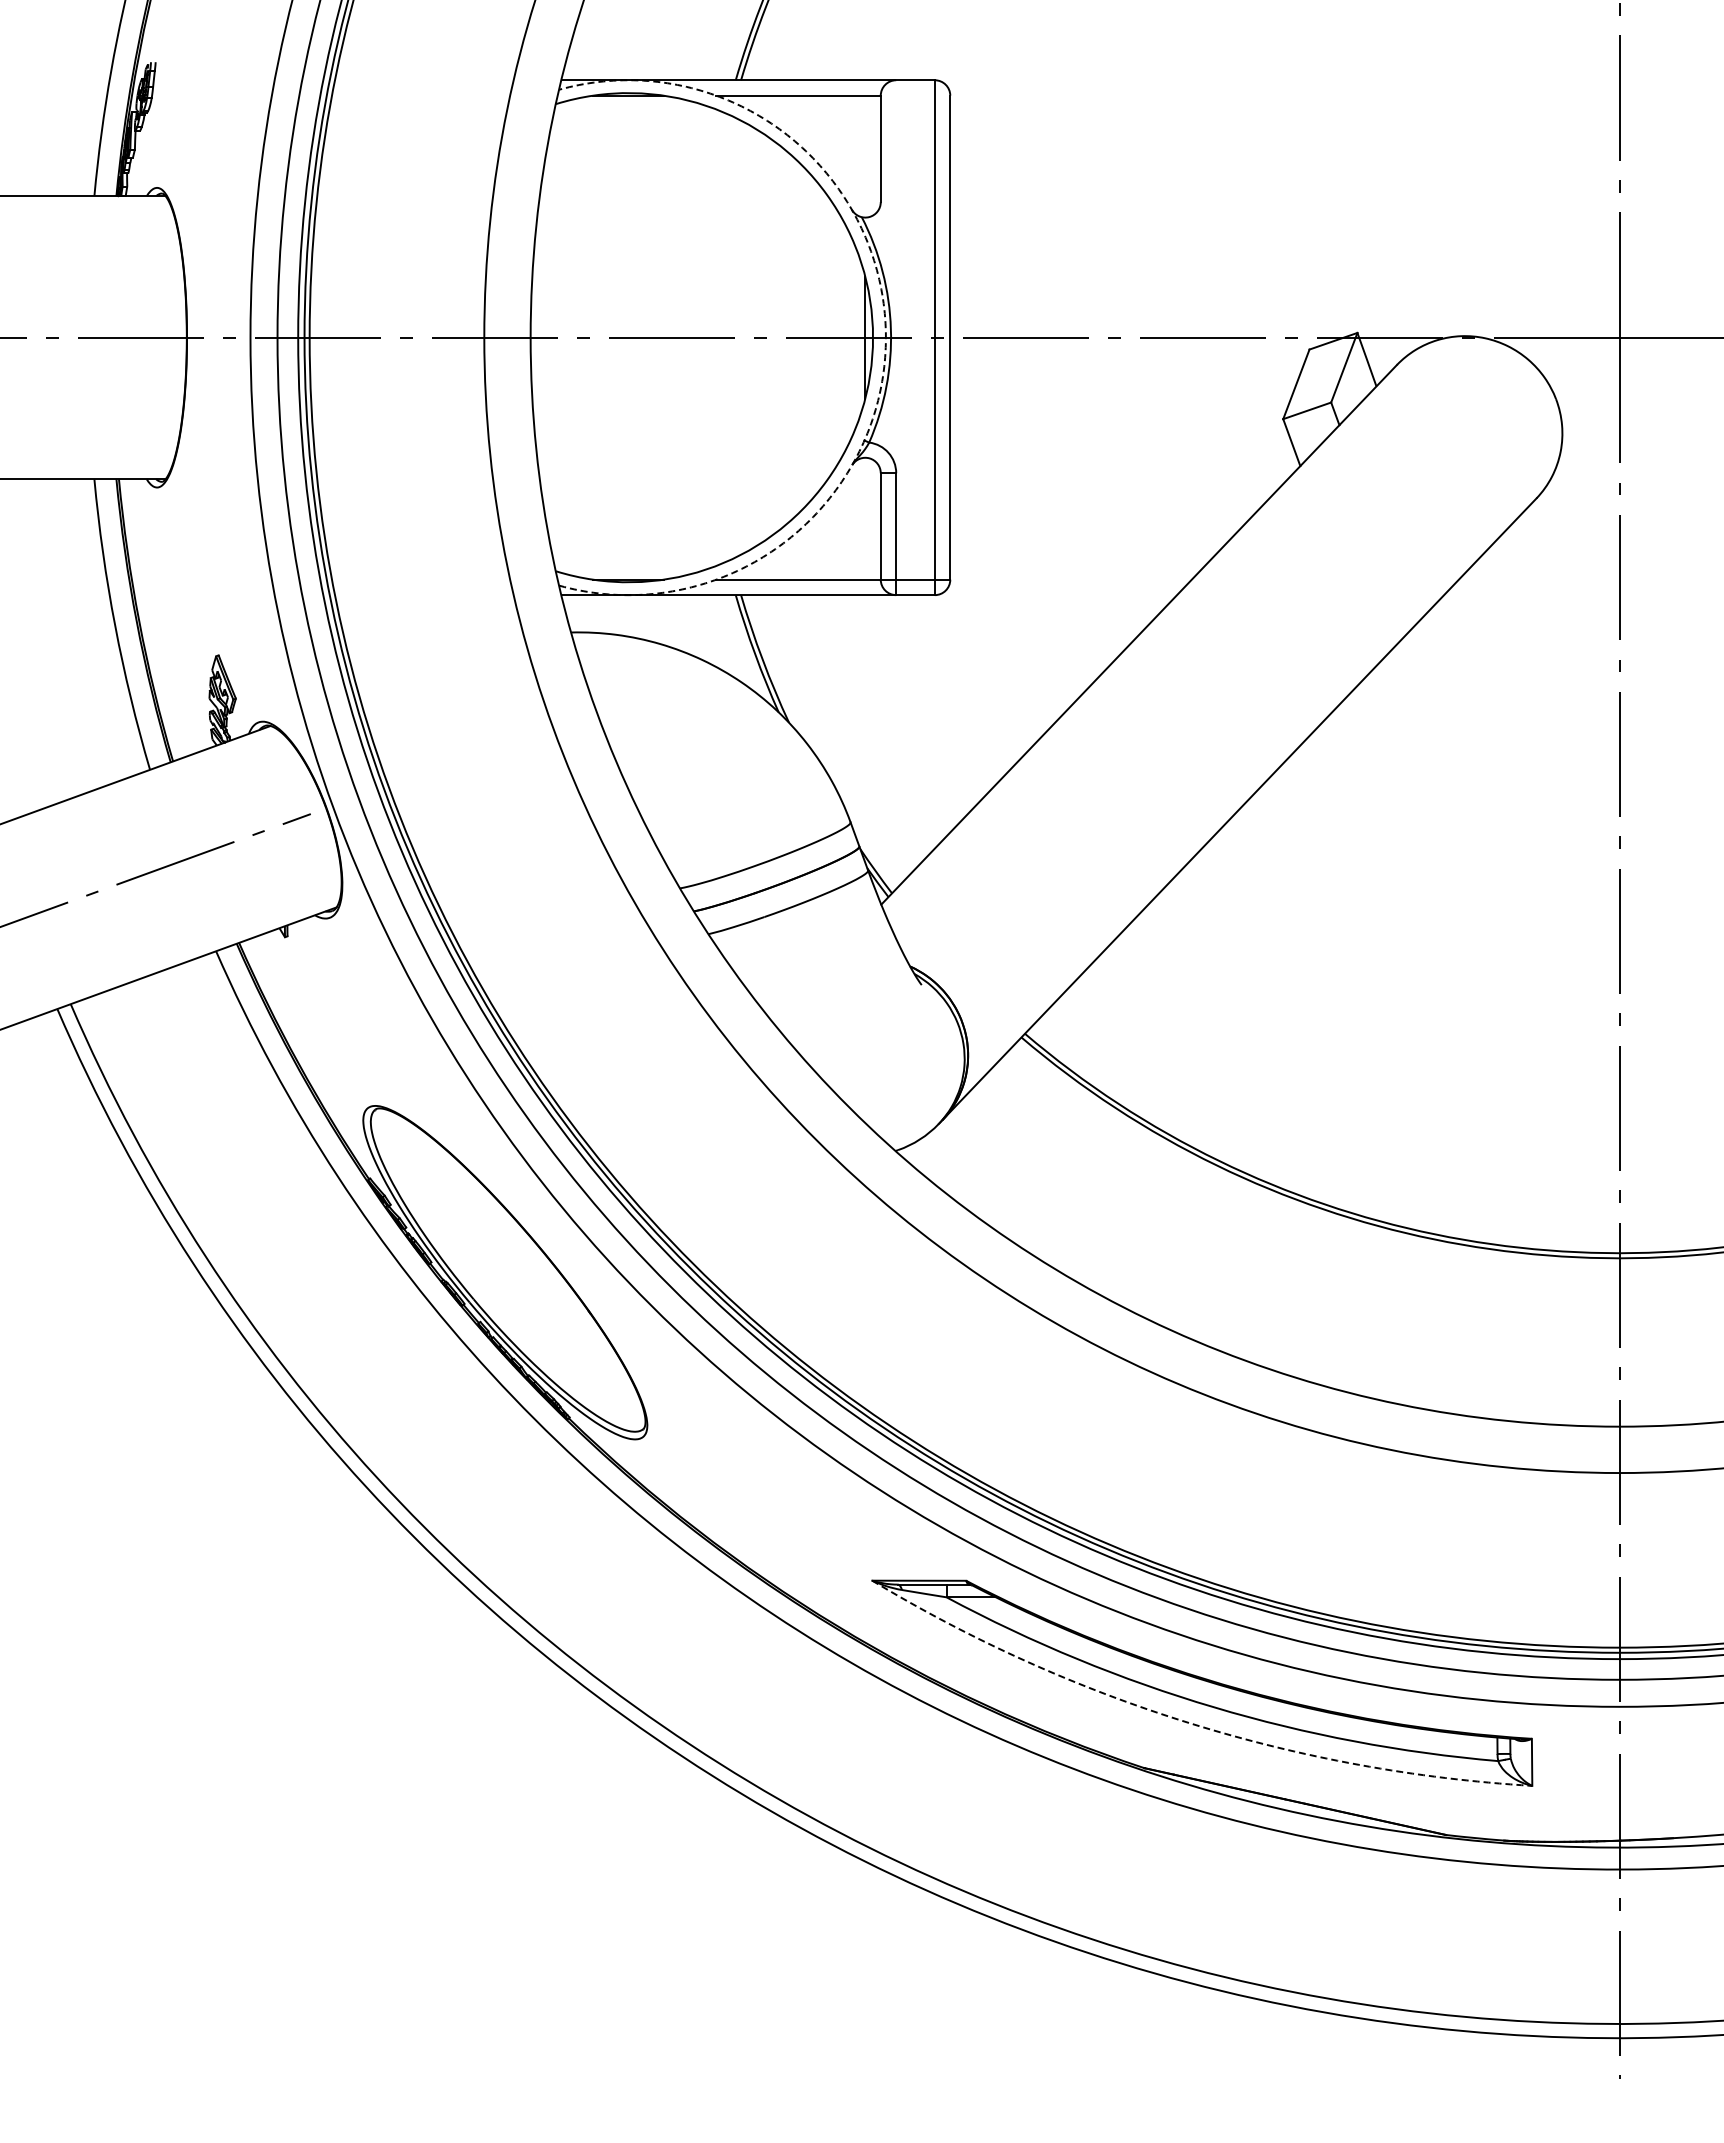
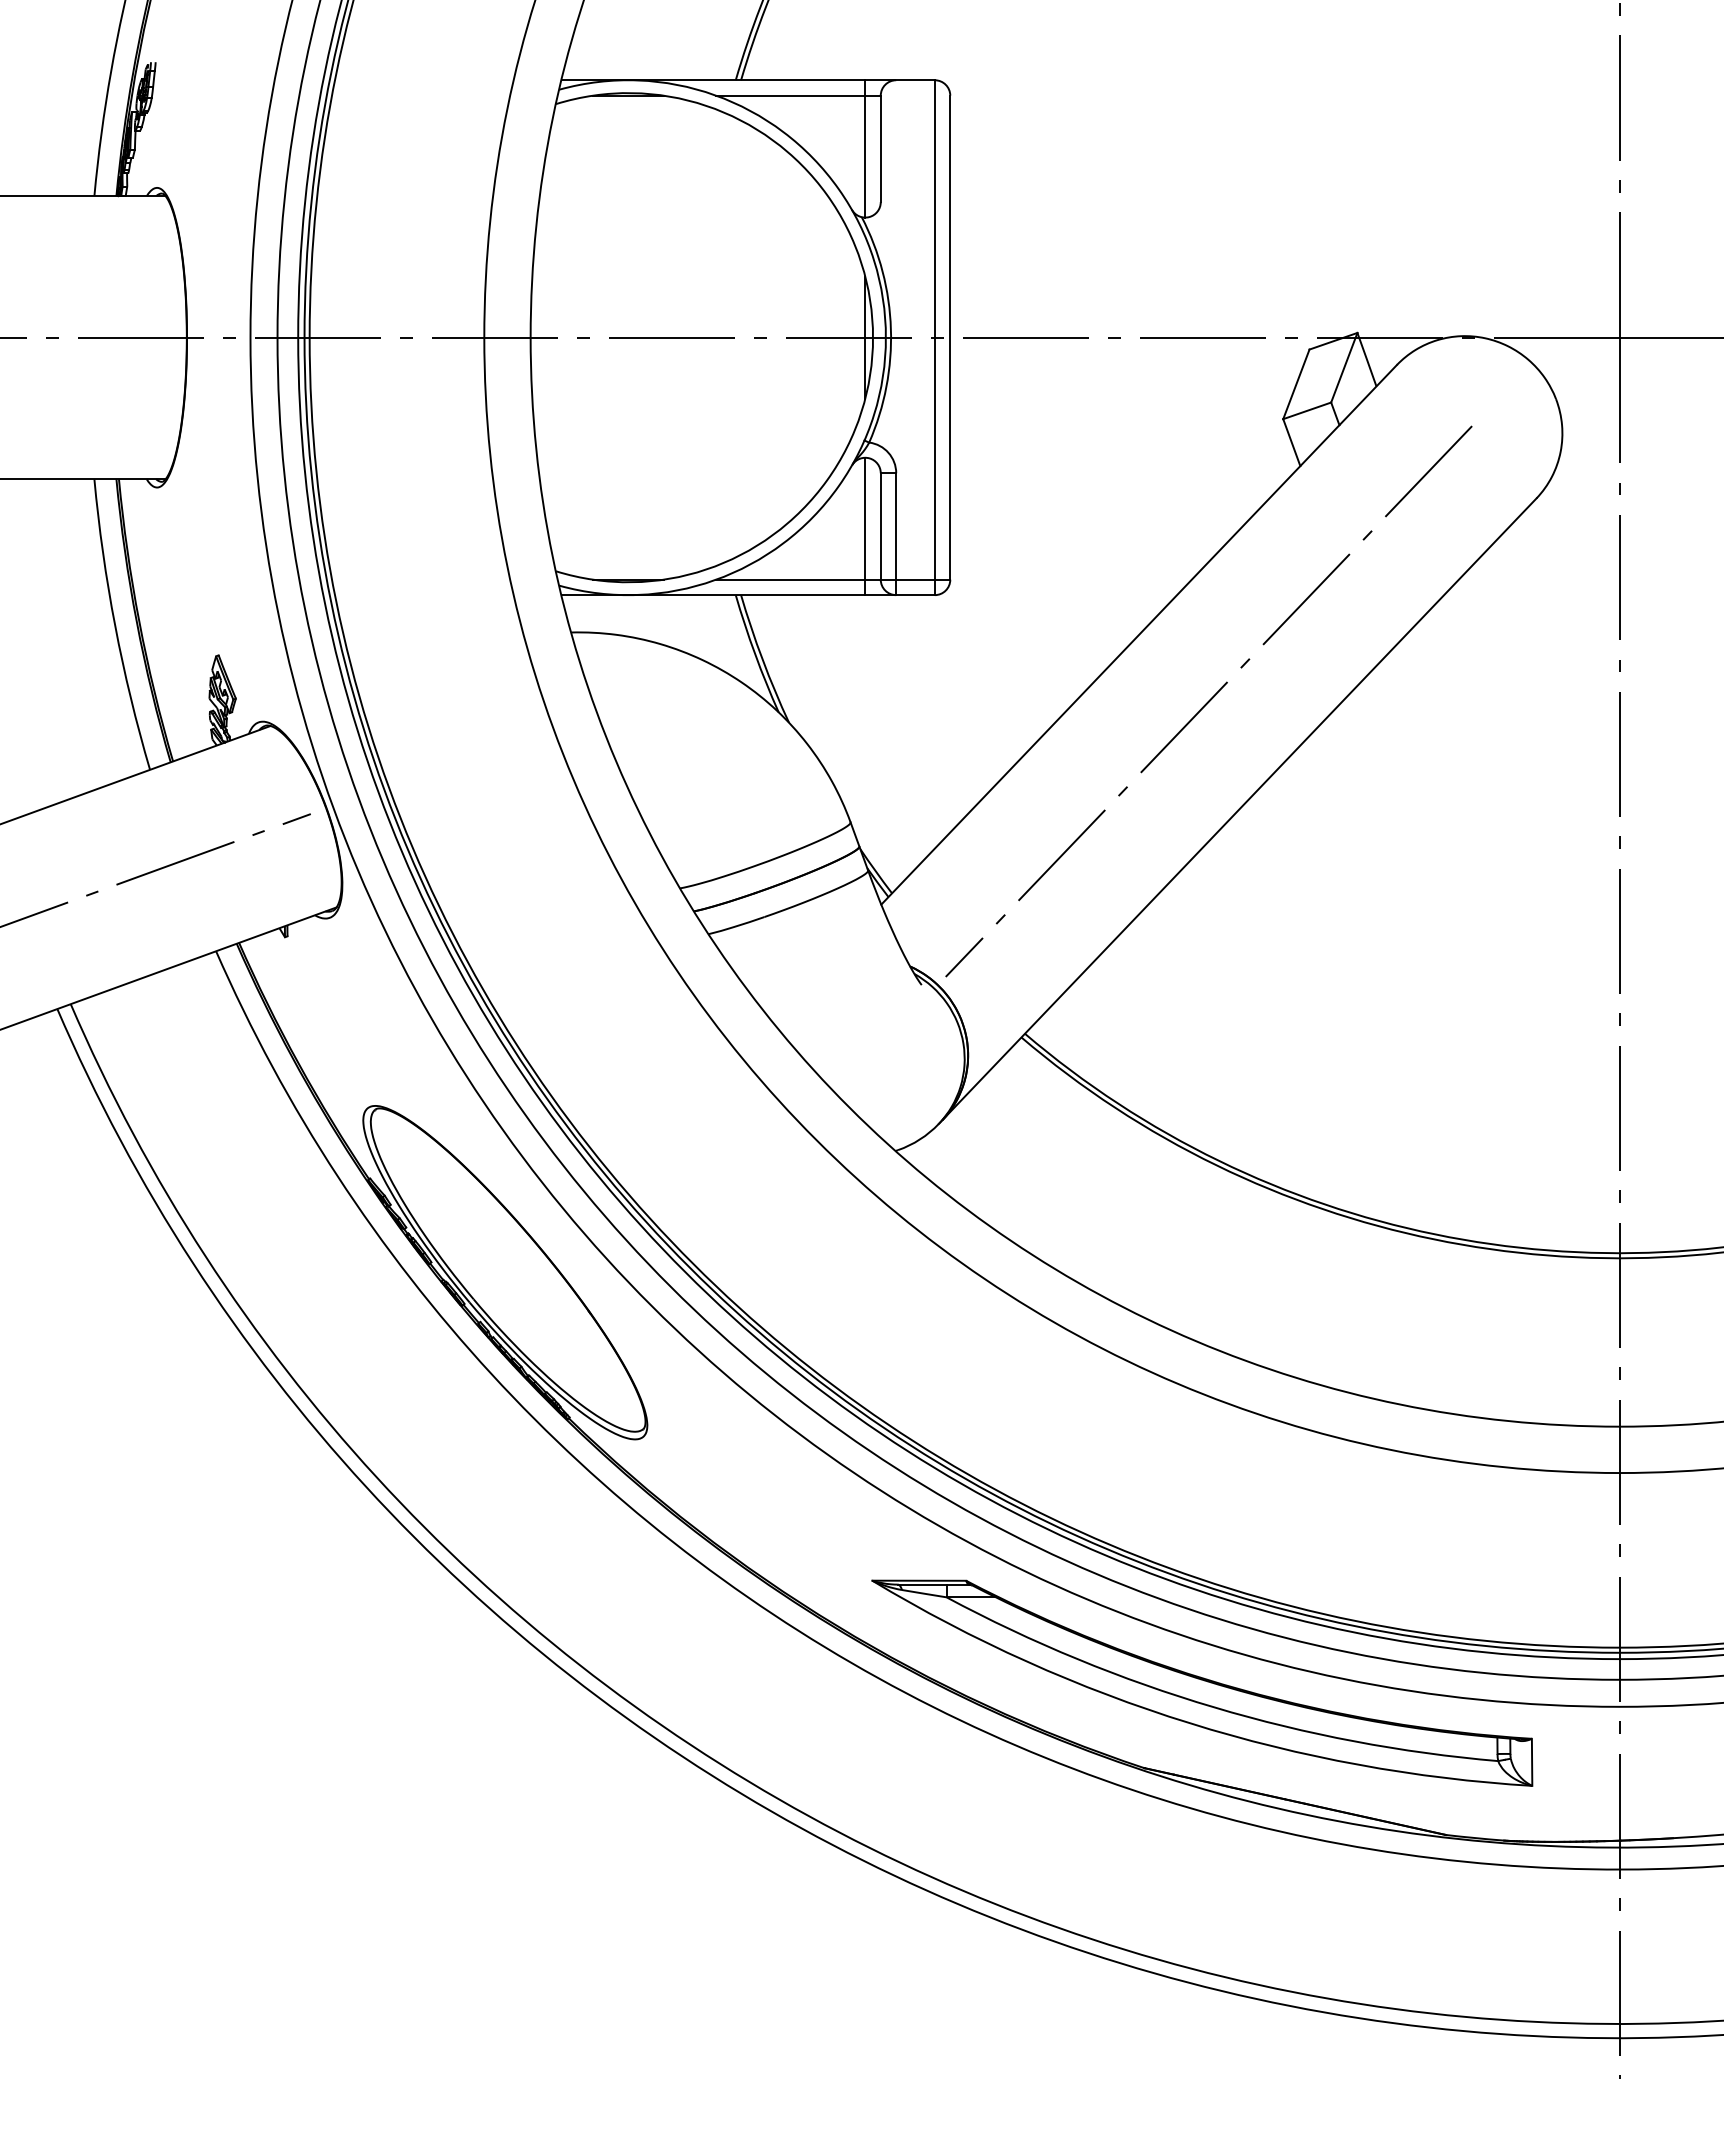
line at (865, 148): none -> present
arc at (885, 337): dashed -> solid
line at (865, 526): none -> present
line at (1208, 701): none -> present
arc at (1189, 1723): dashed -> solid
